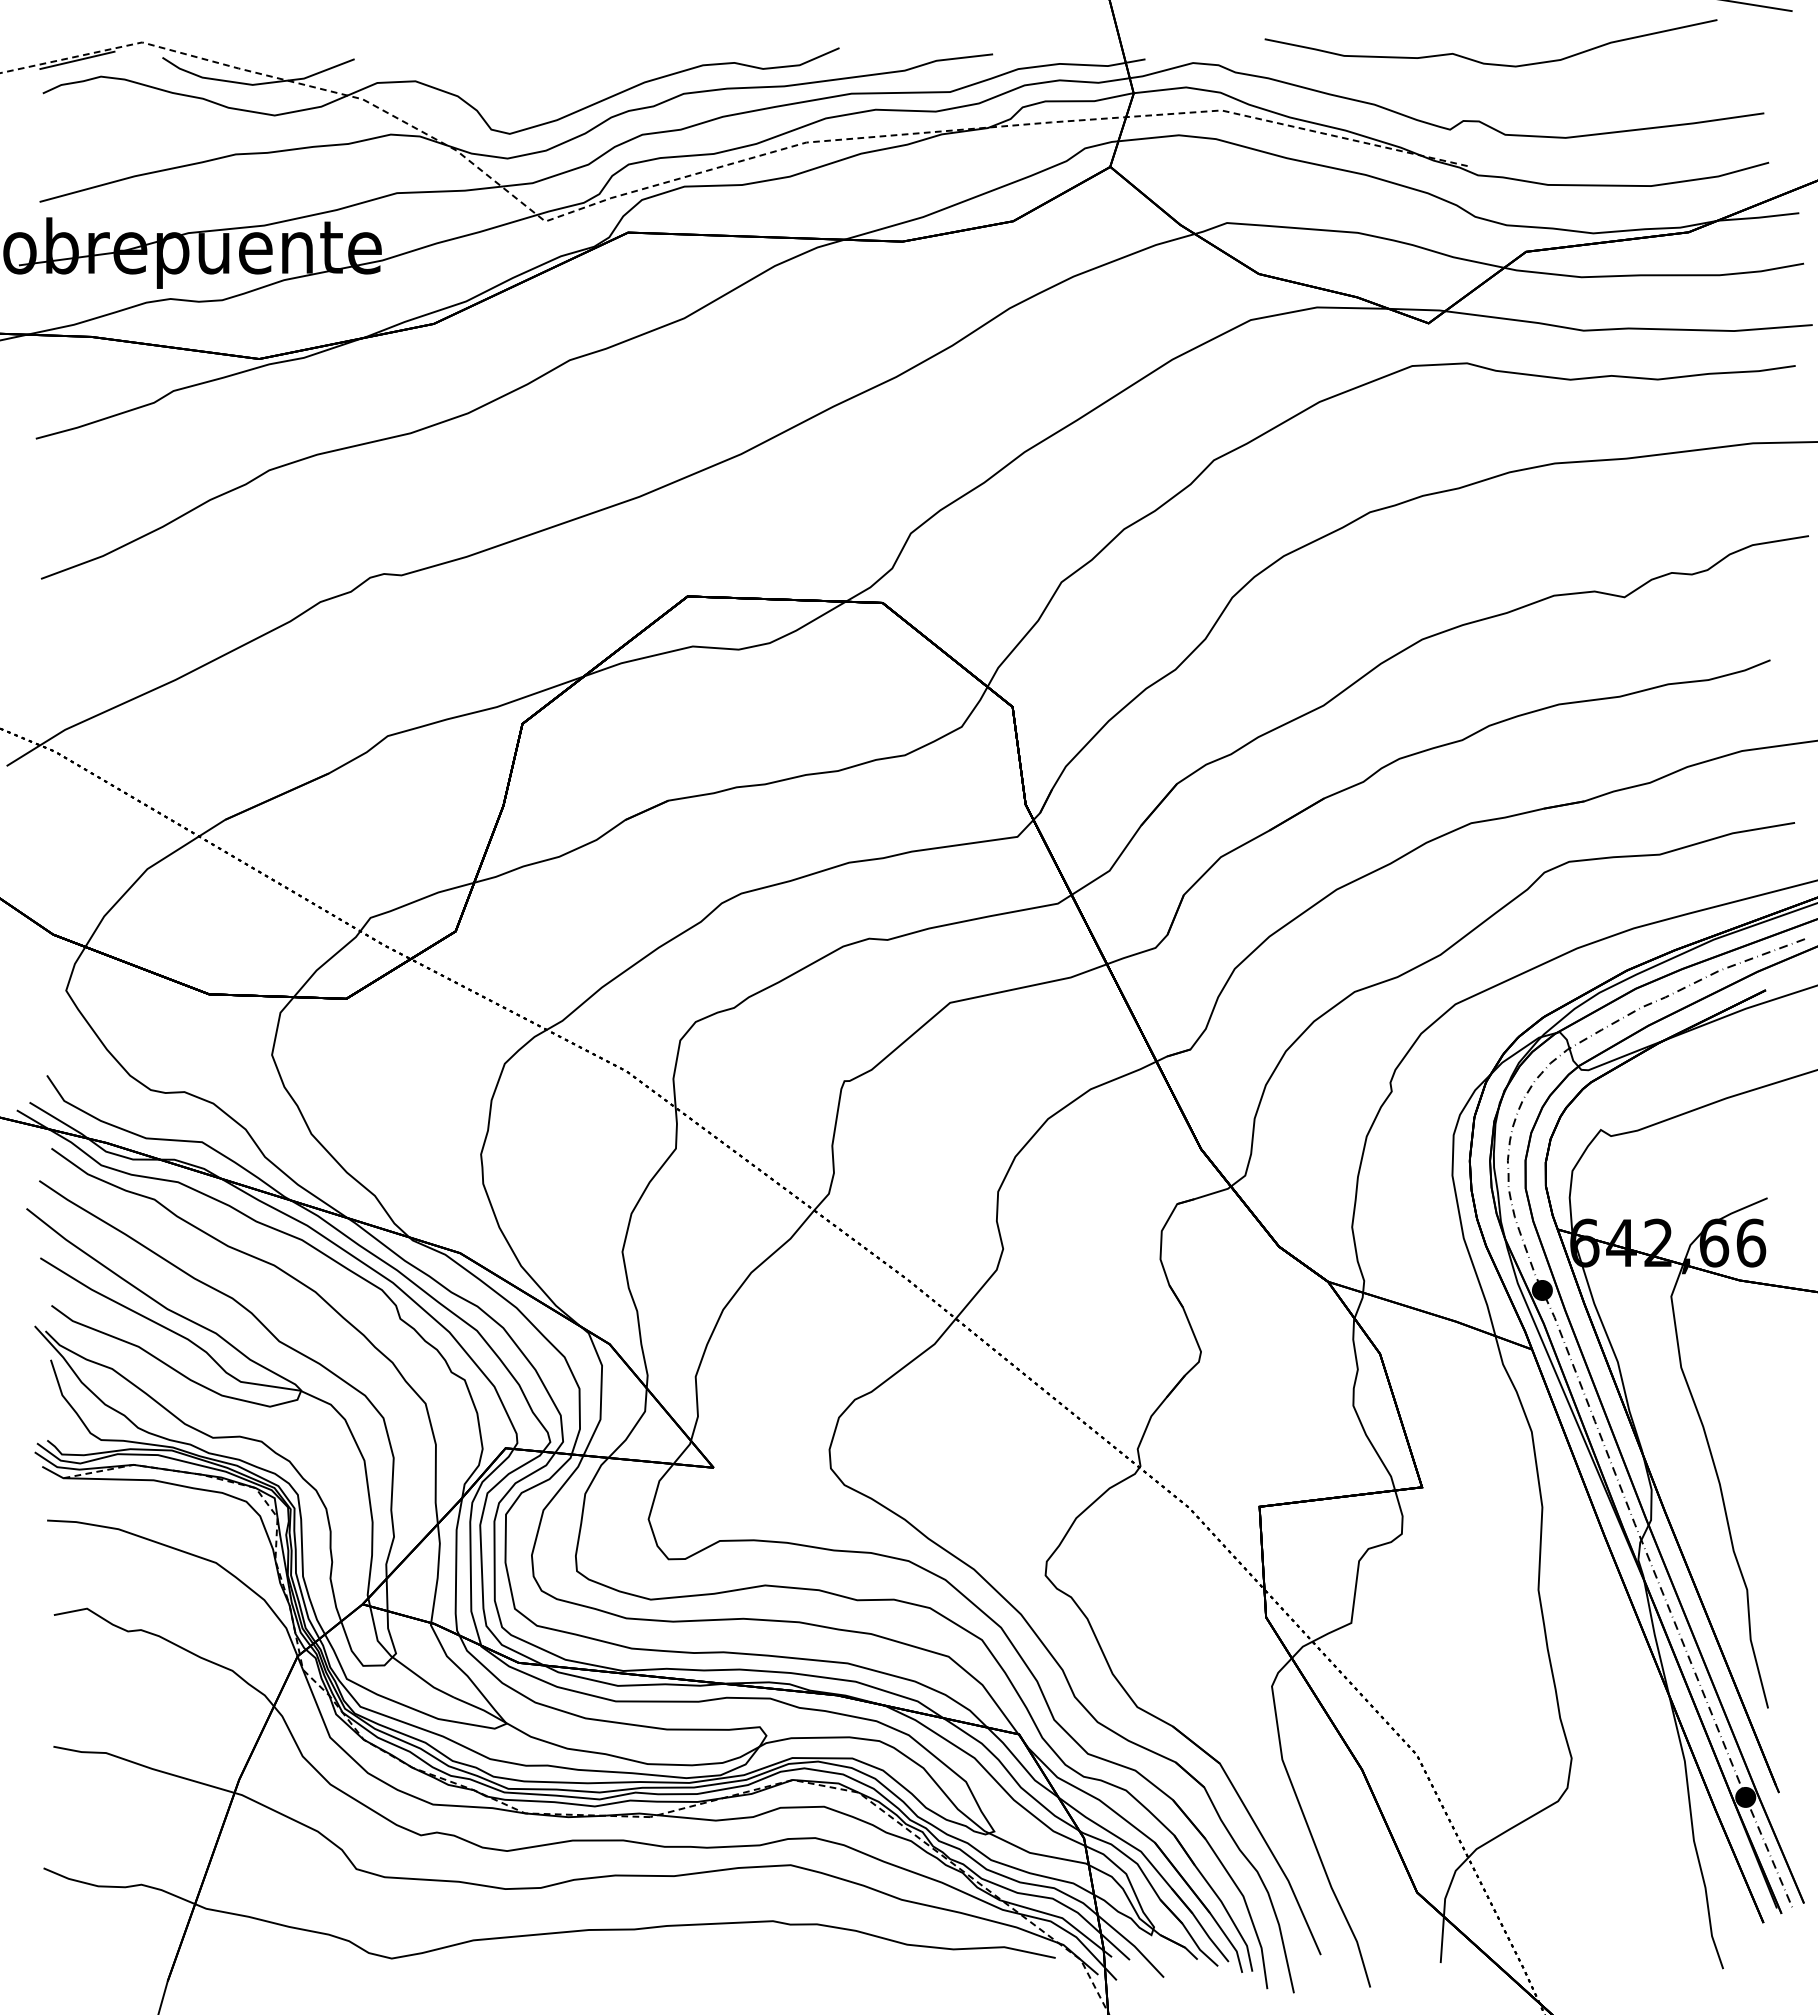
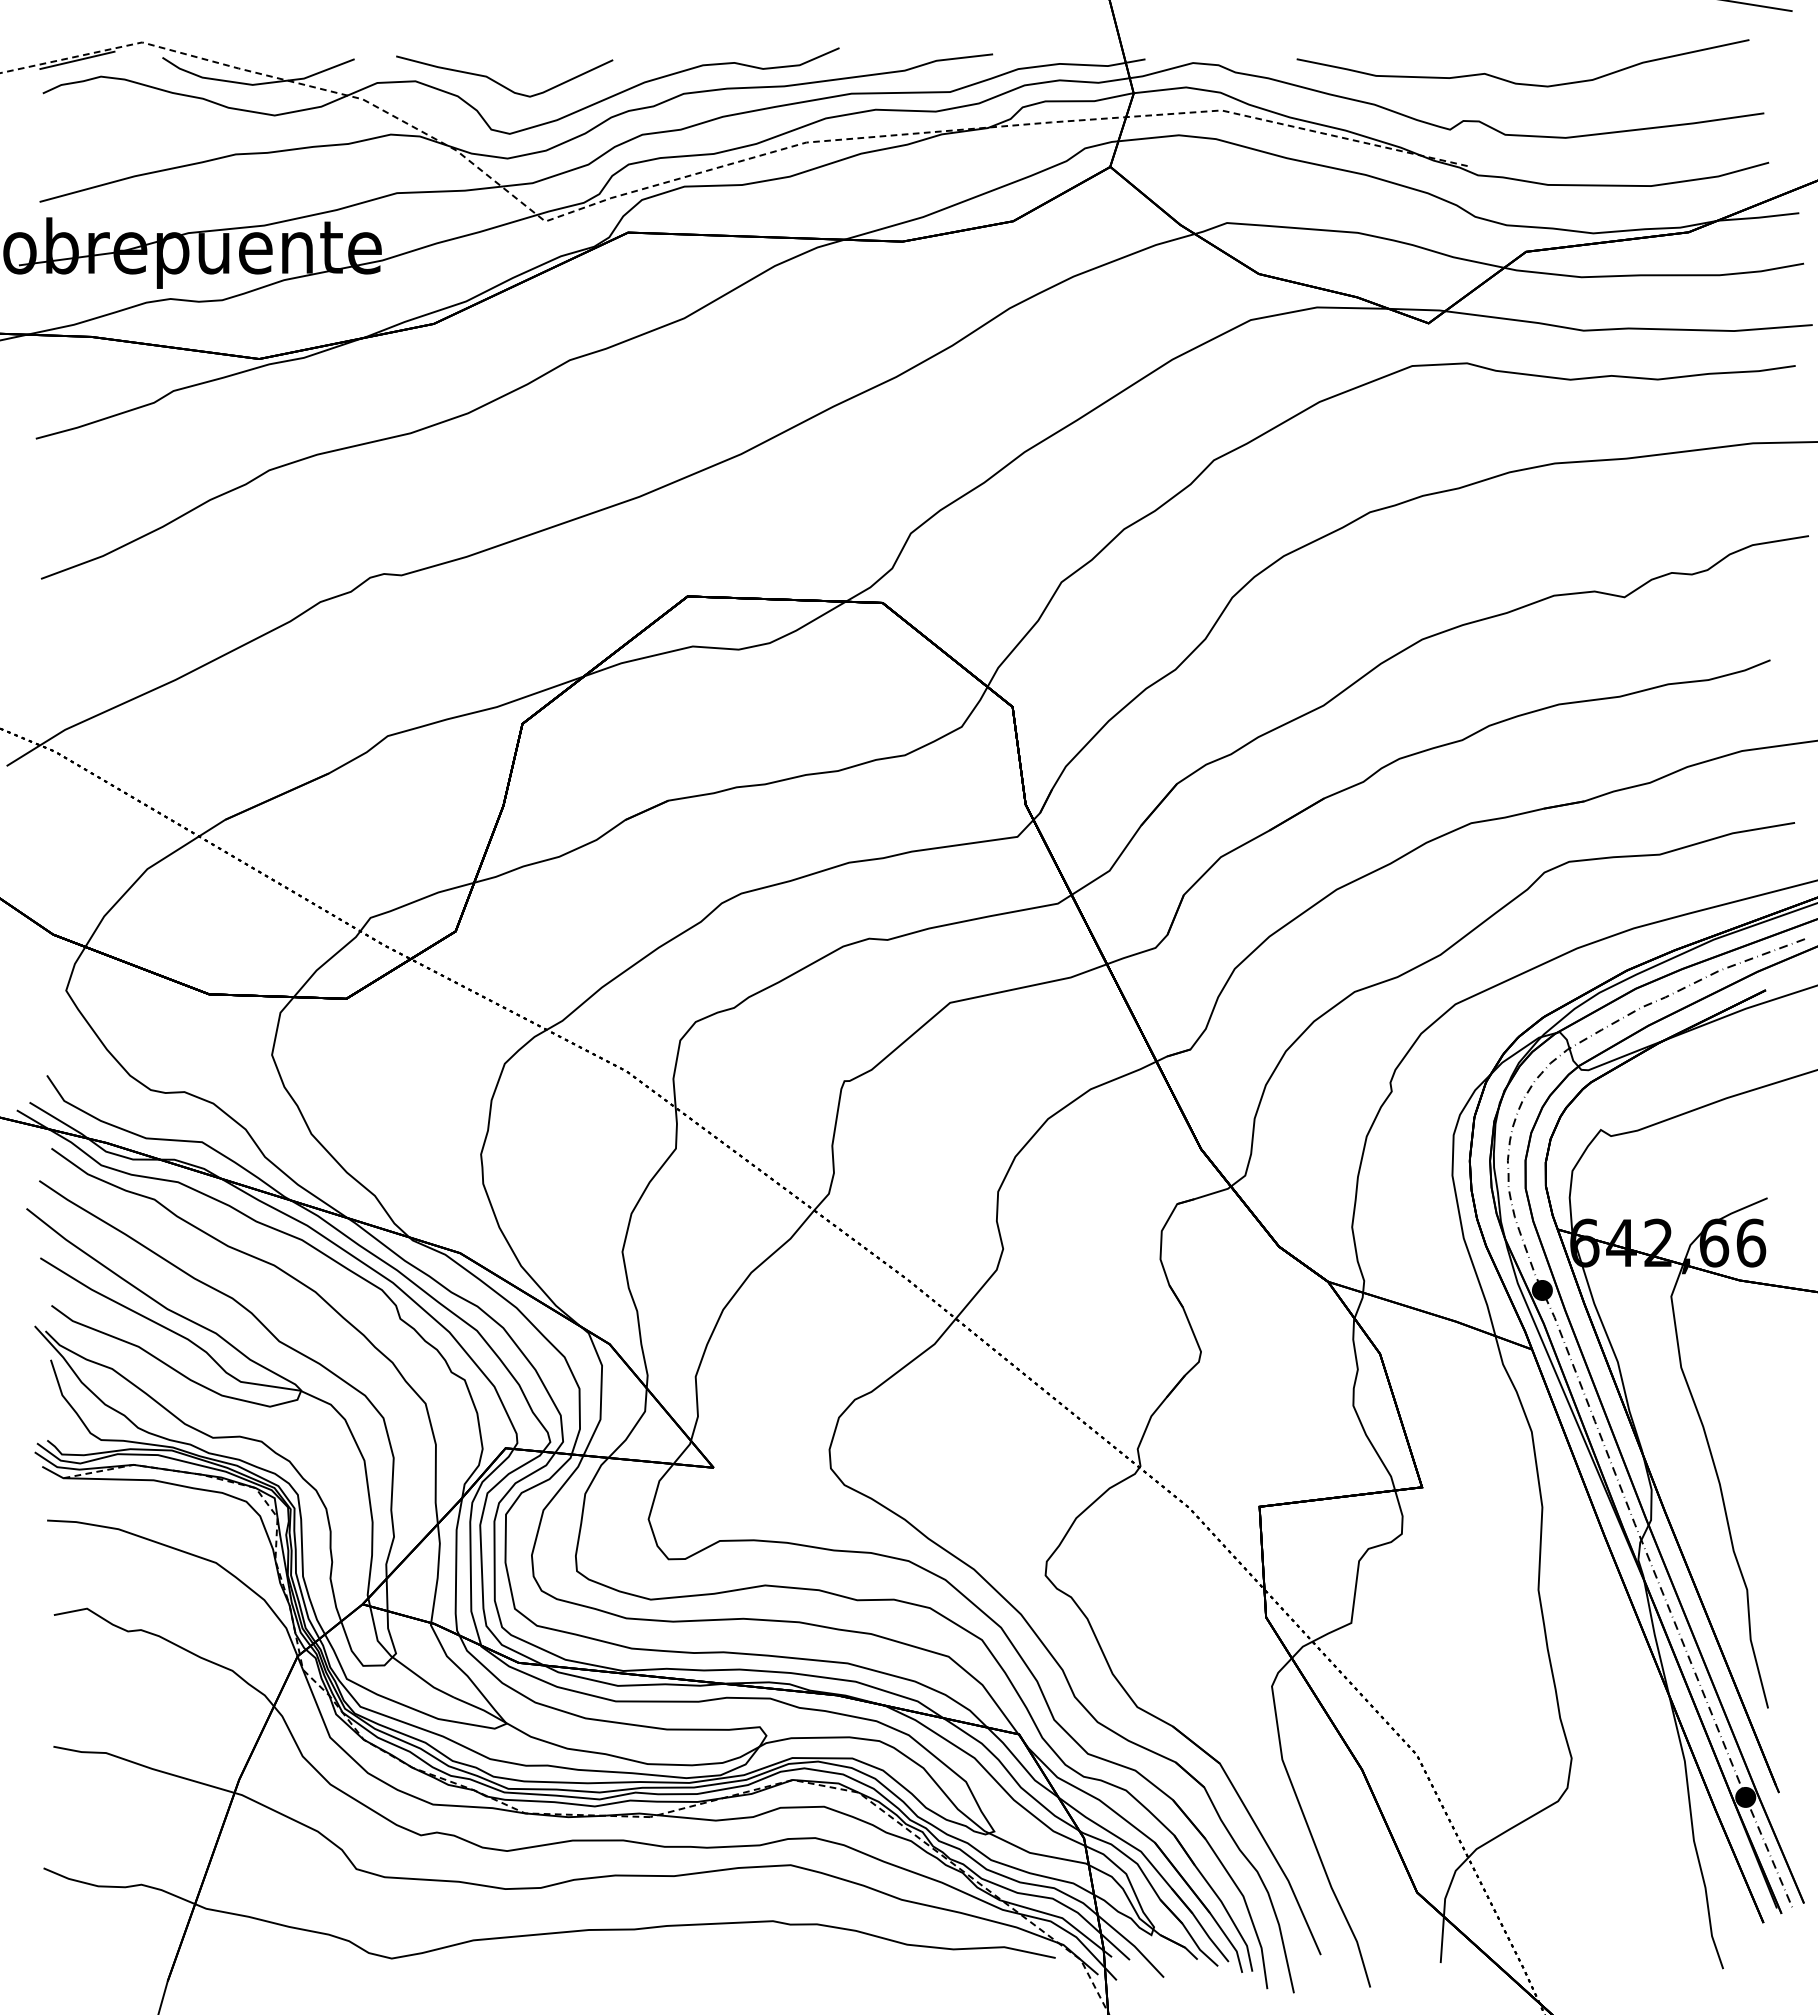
curve at (1485, 62) position: (1485, 62) -> (1517, 82)
curve at (500, 83): none -> present
